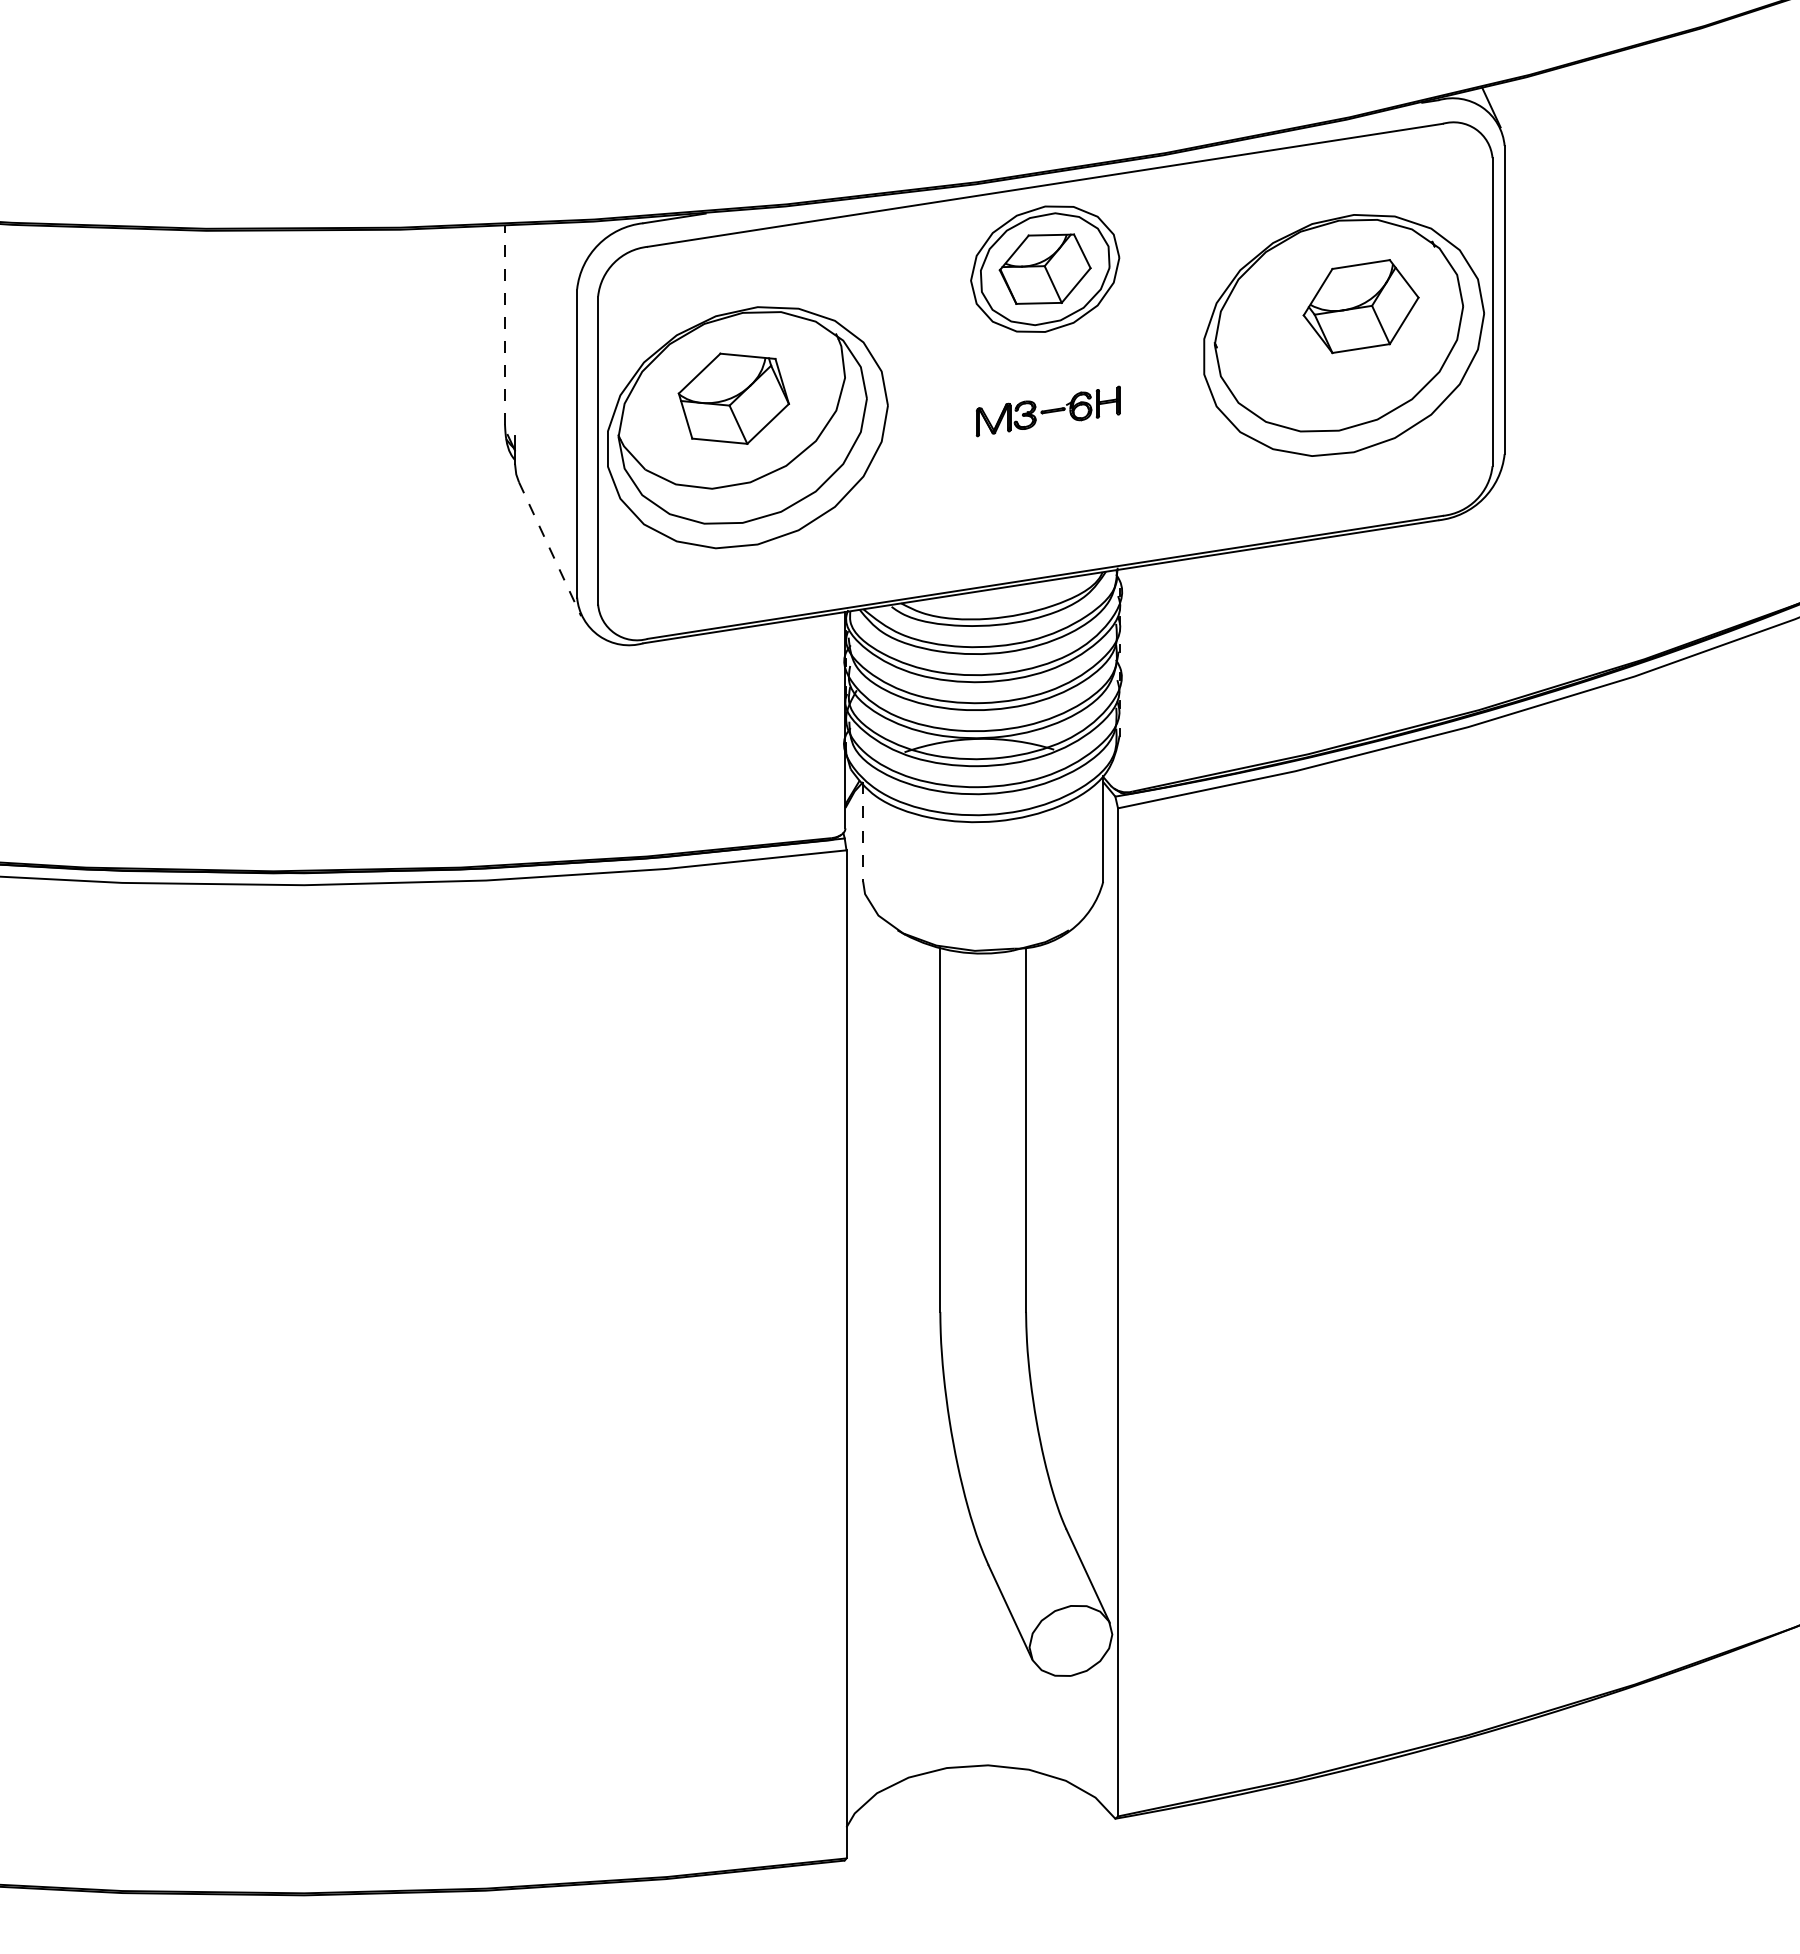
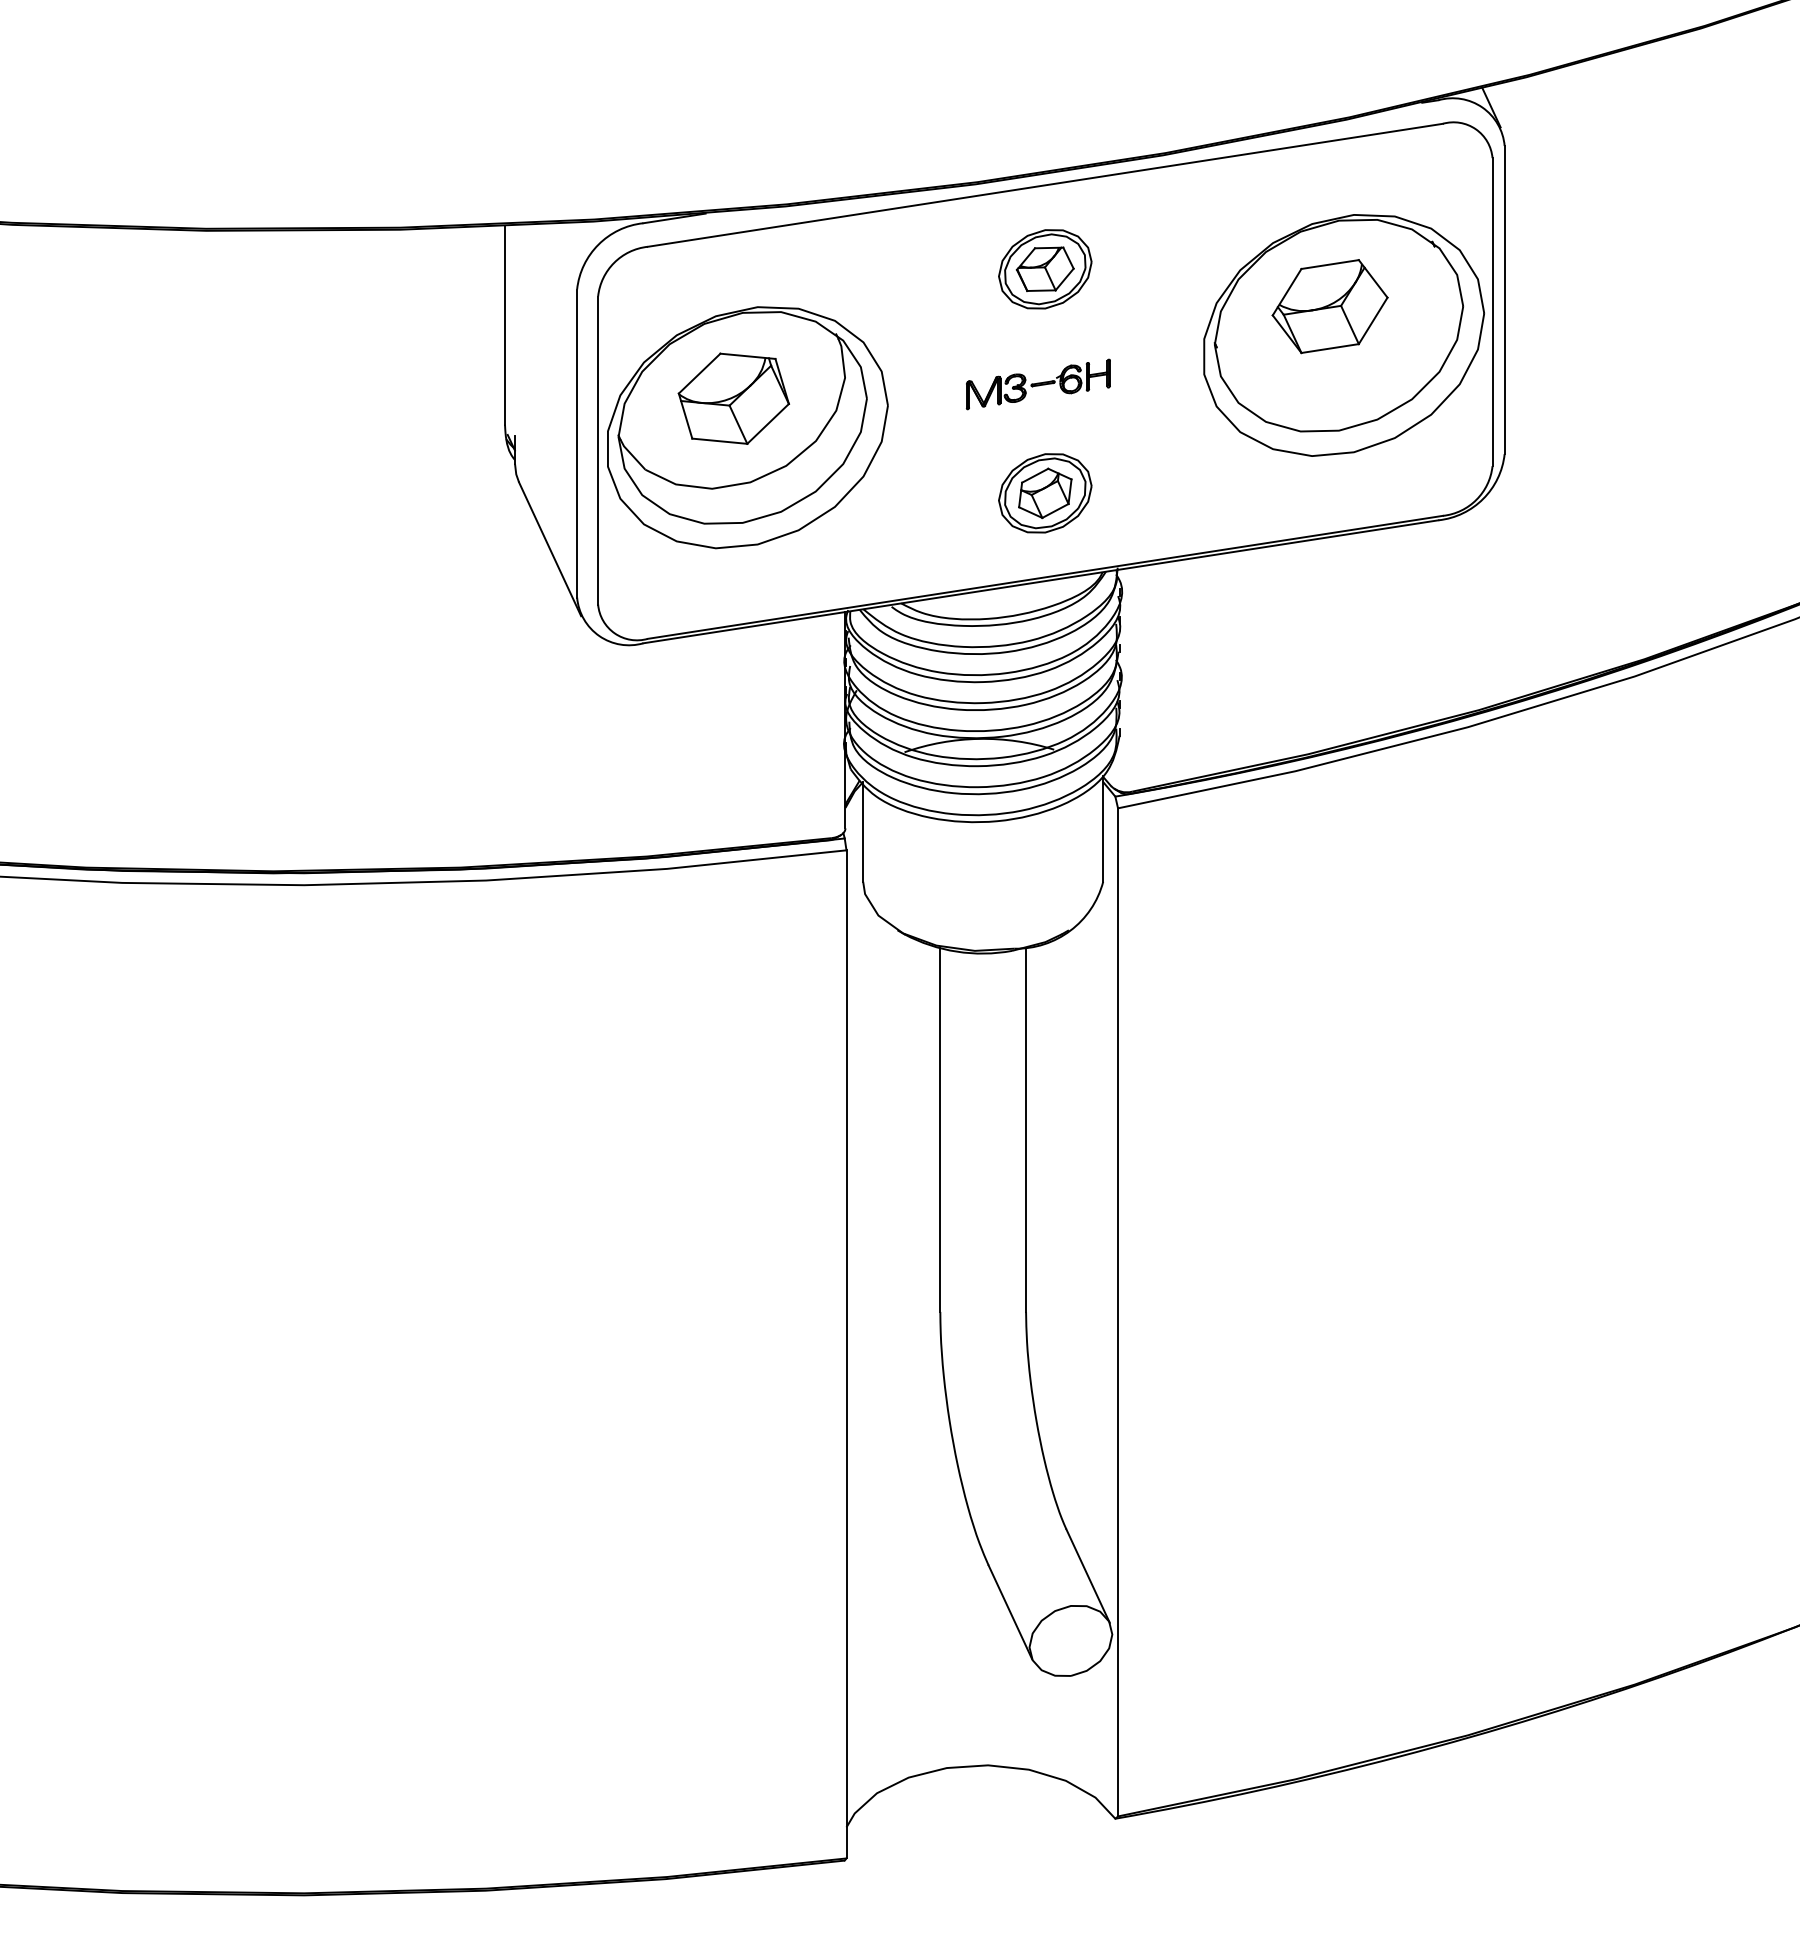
part at (1045, 268) size: 151x128 px -> 95x81 px
part at (1360, 306) position: (1360, 306) -> (1329, 306)
line at (505, 324): dashed -> solid
part at (1047, 411) position: (1047, 411) -> (1037, 384)
part at (1045, 493): none -> present
line at (550, 549): dashed -> solid
line at (863, 832): dashed -> solid
